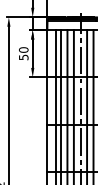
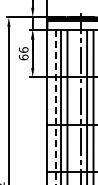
text at (23, 53): 50 -> 66
line at (73, 105): present -> none
line at (55, 107): solid -> dashed
